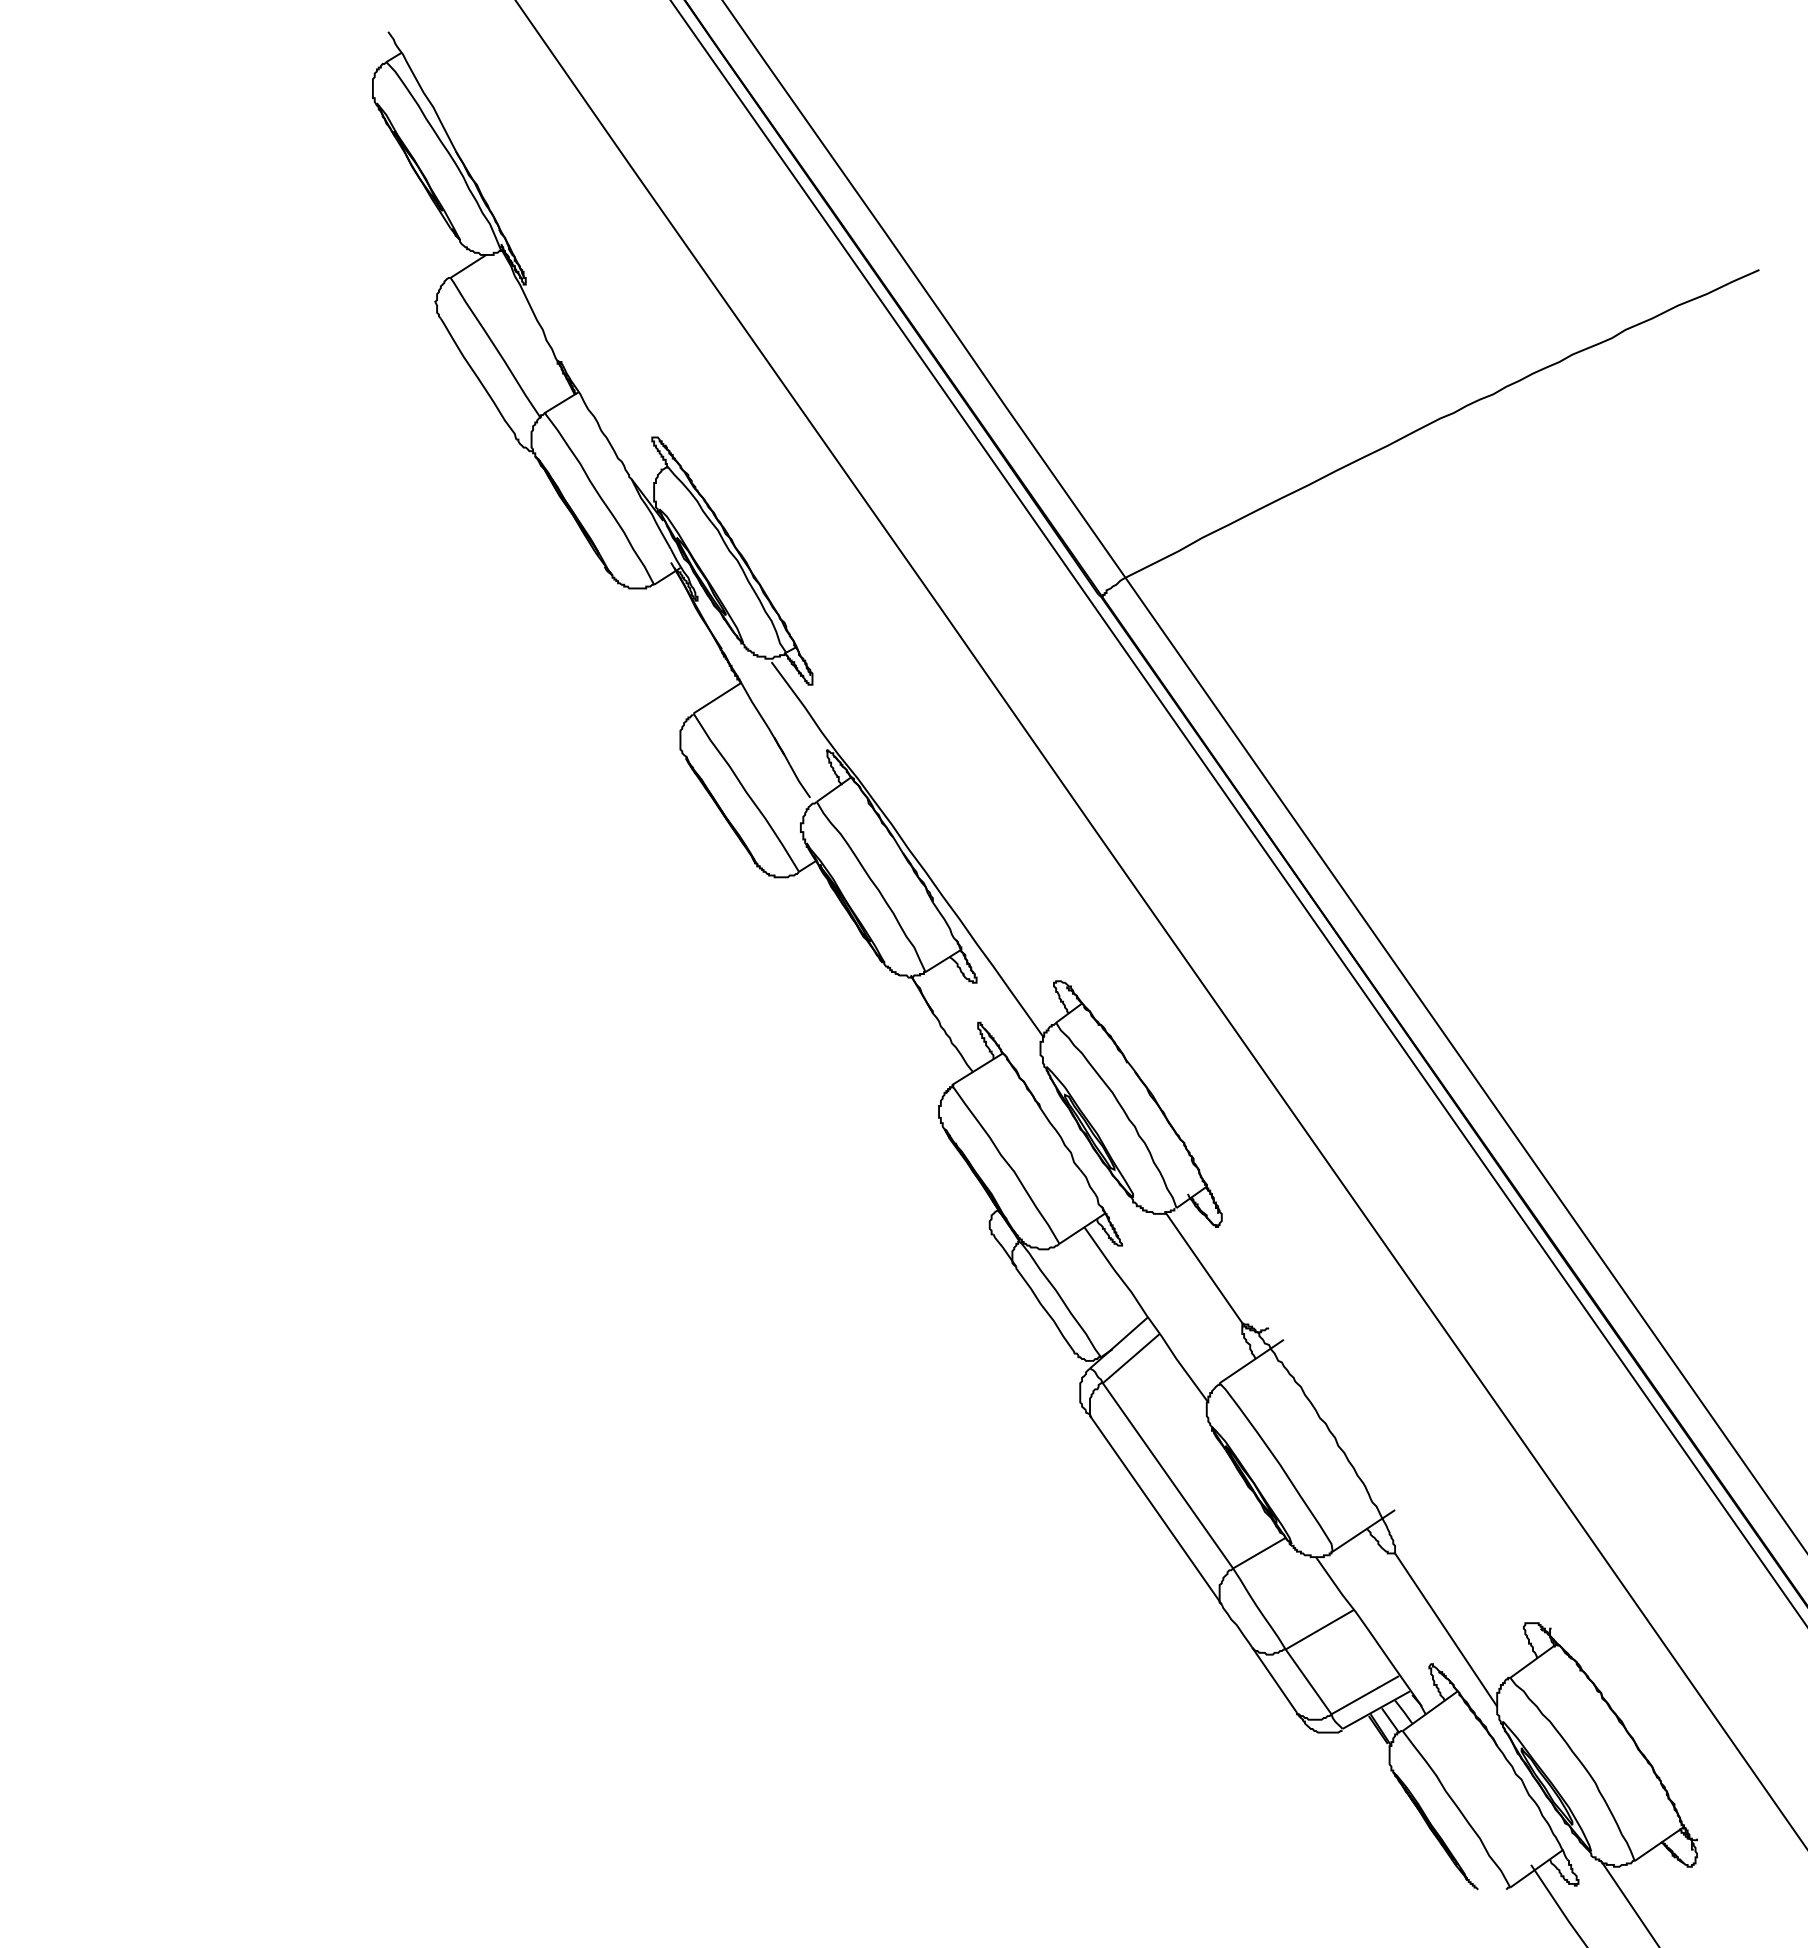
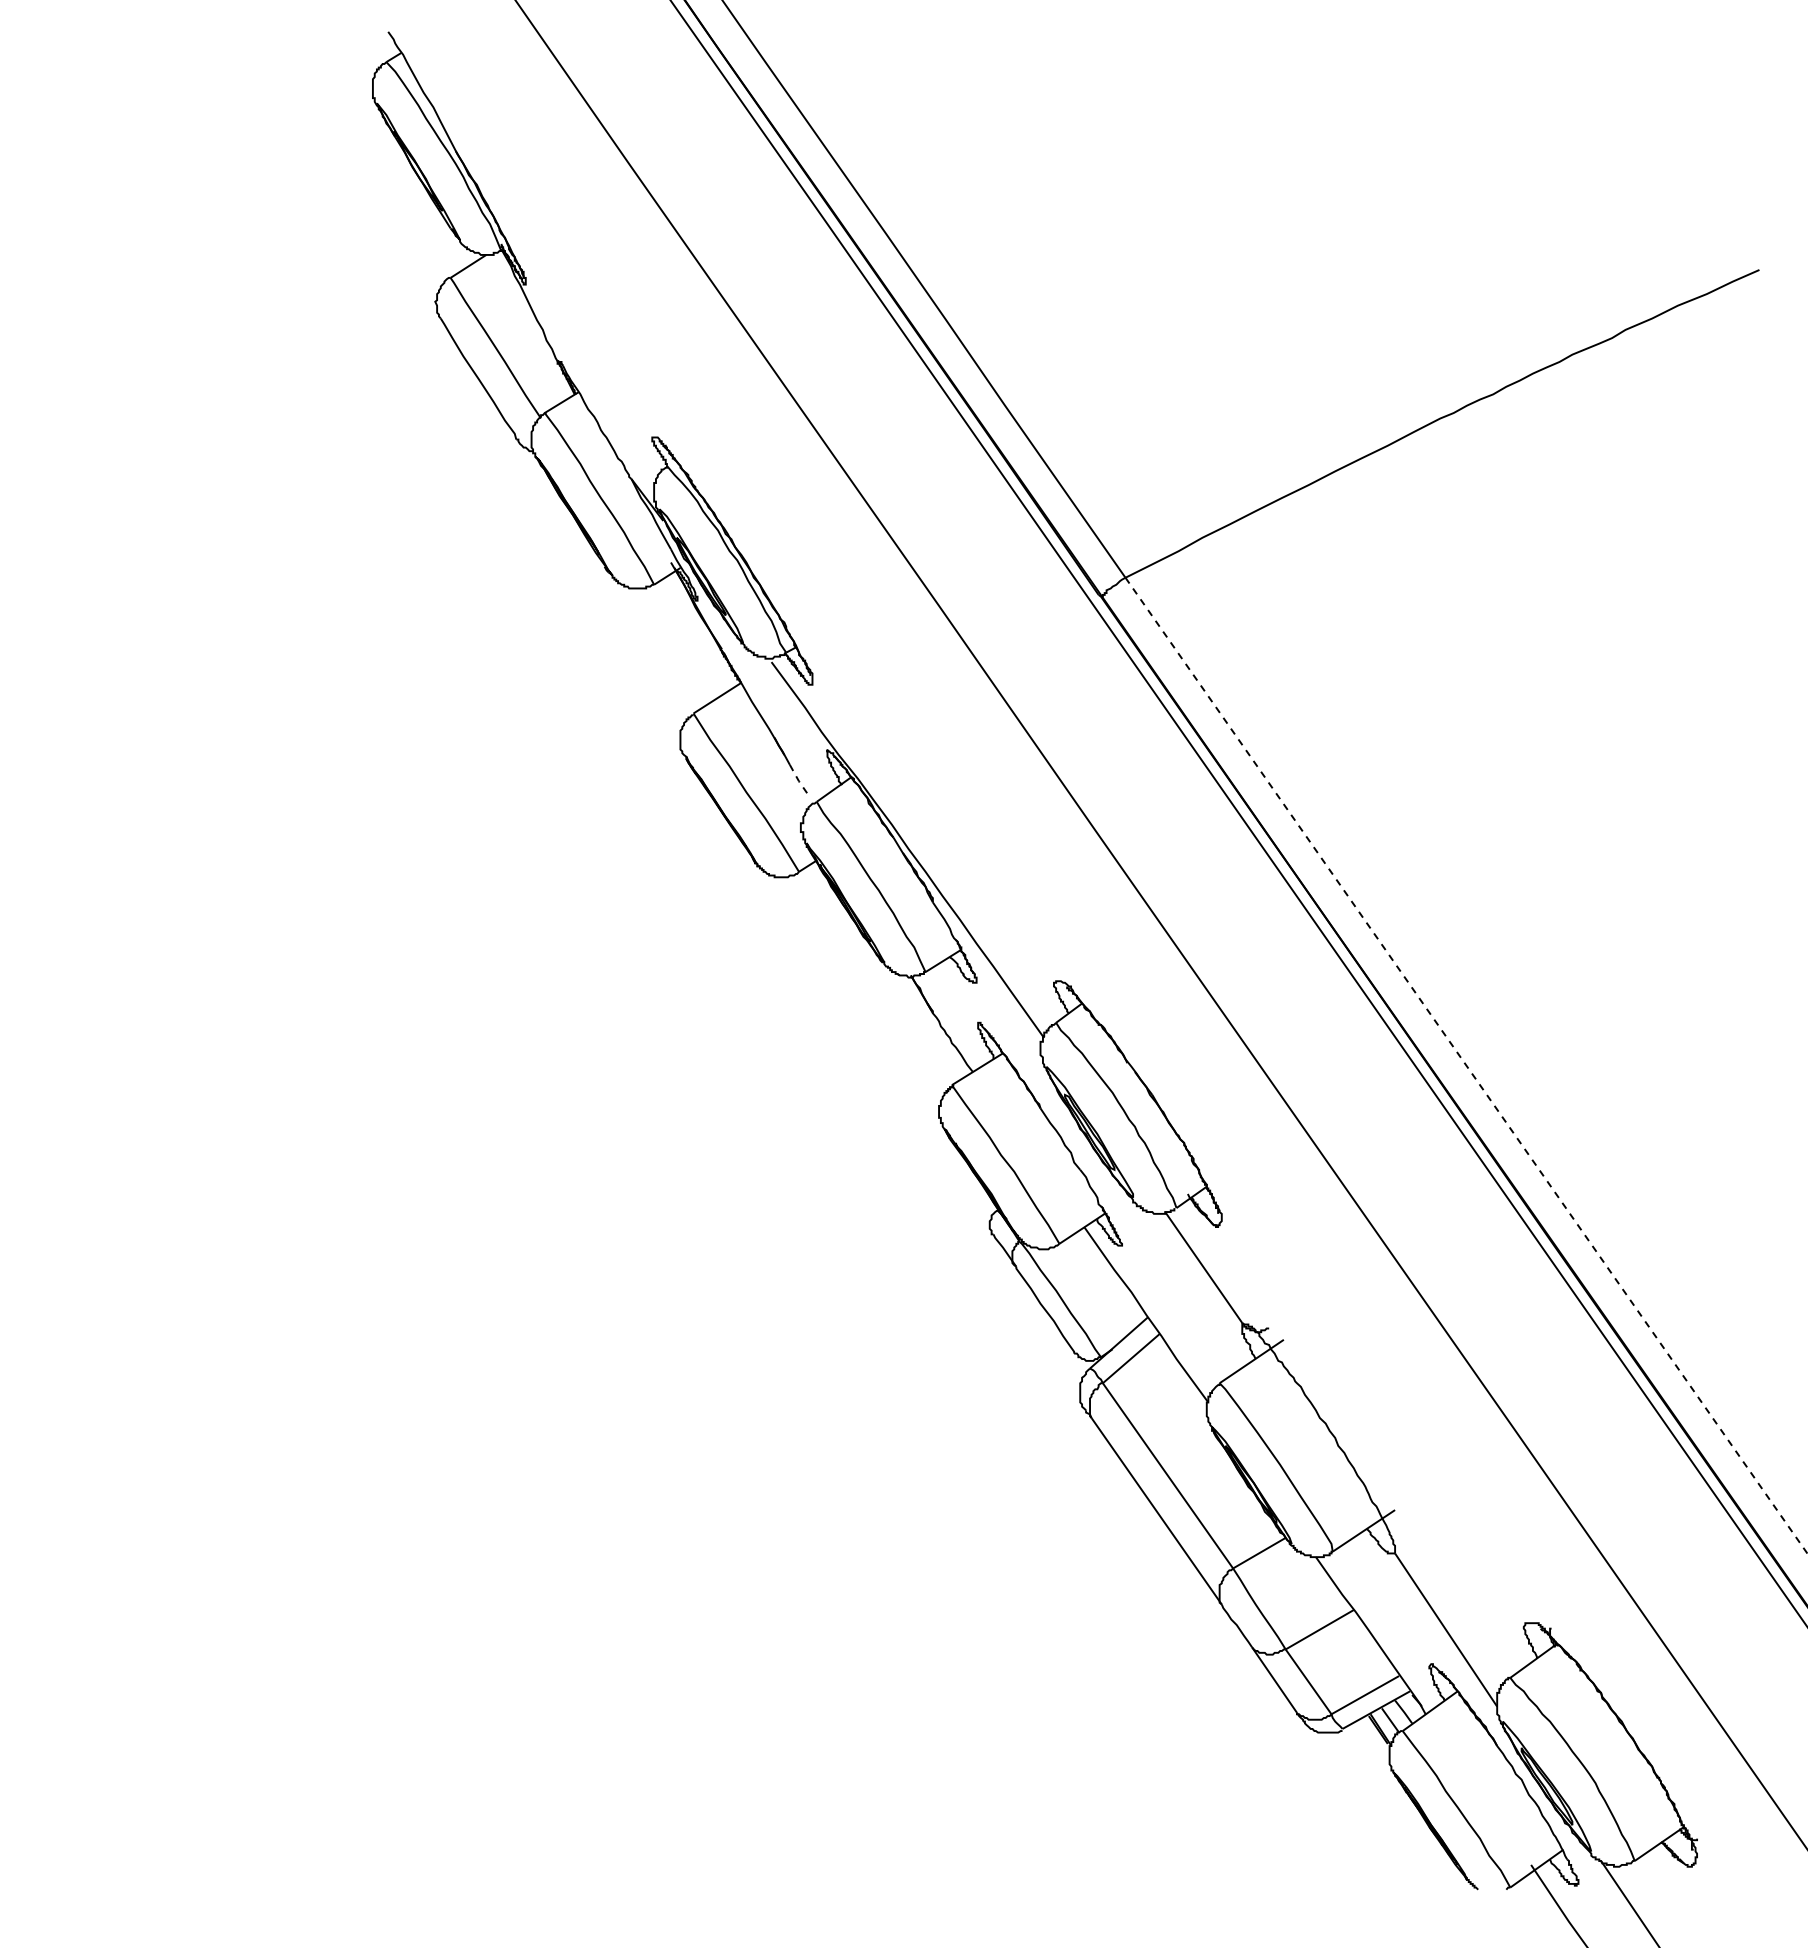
line at (799, 781): solid -> dashed
line at (1466, 1066): solid -> dashed
